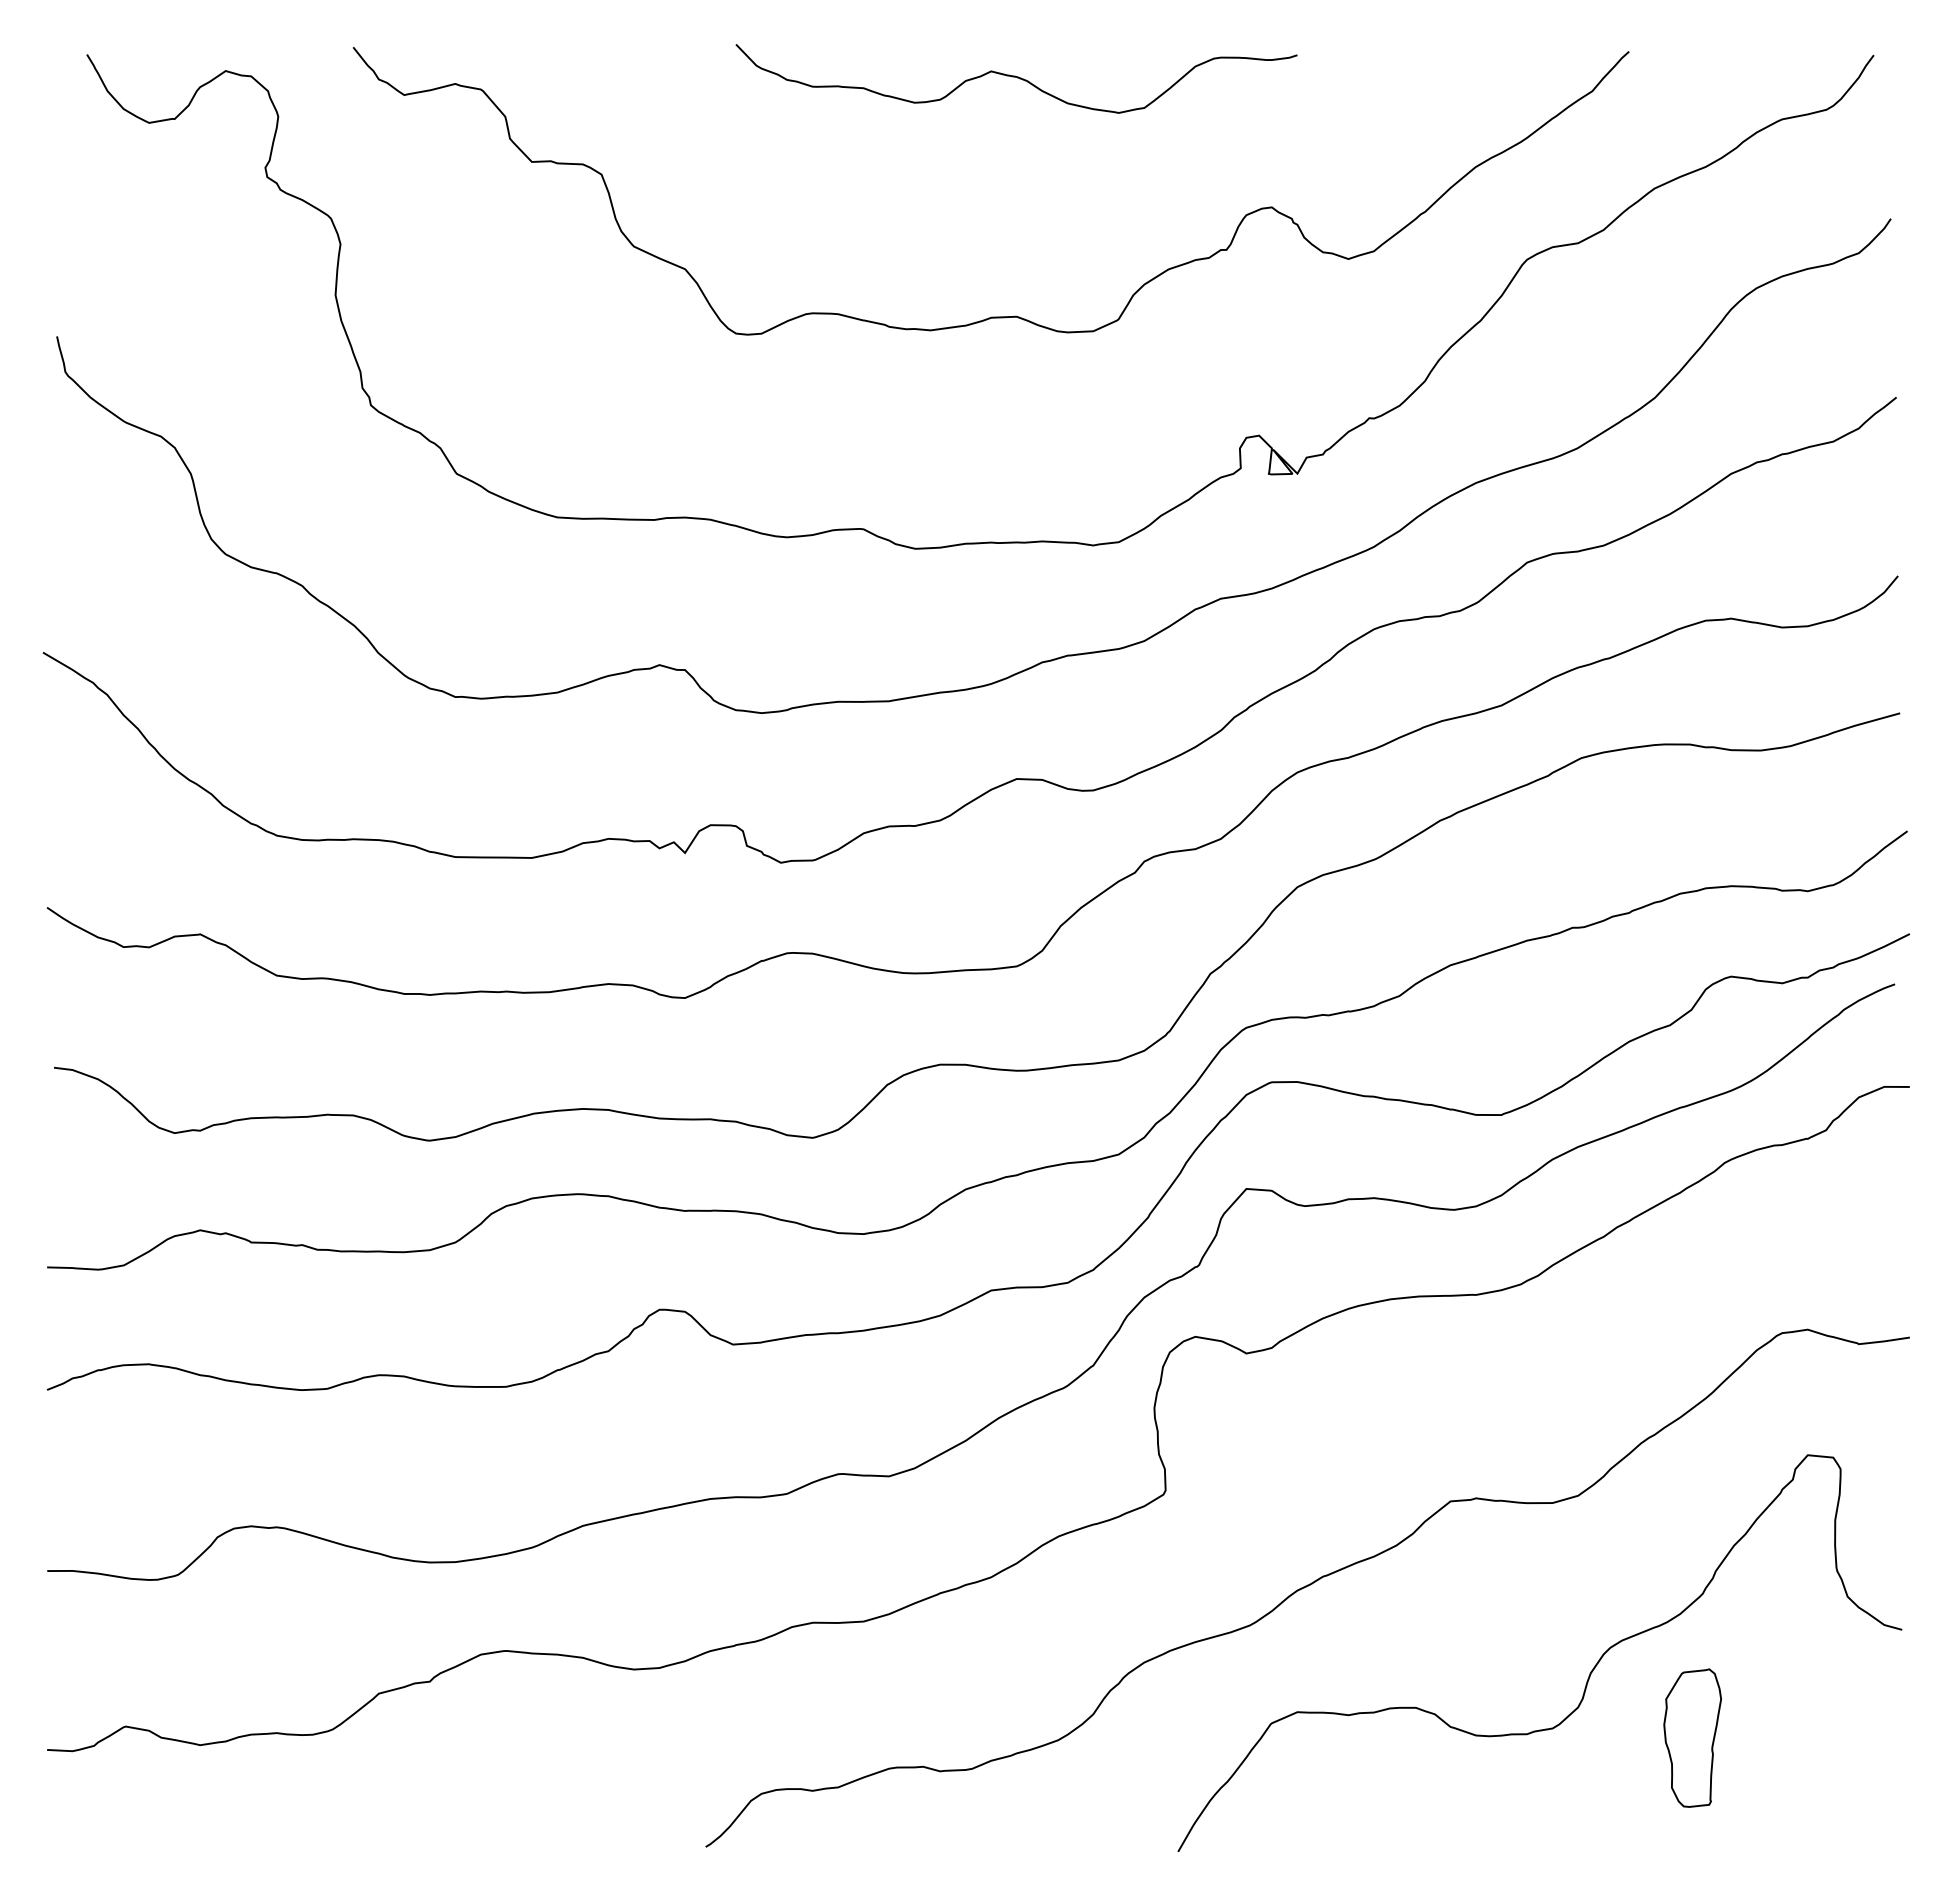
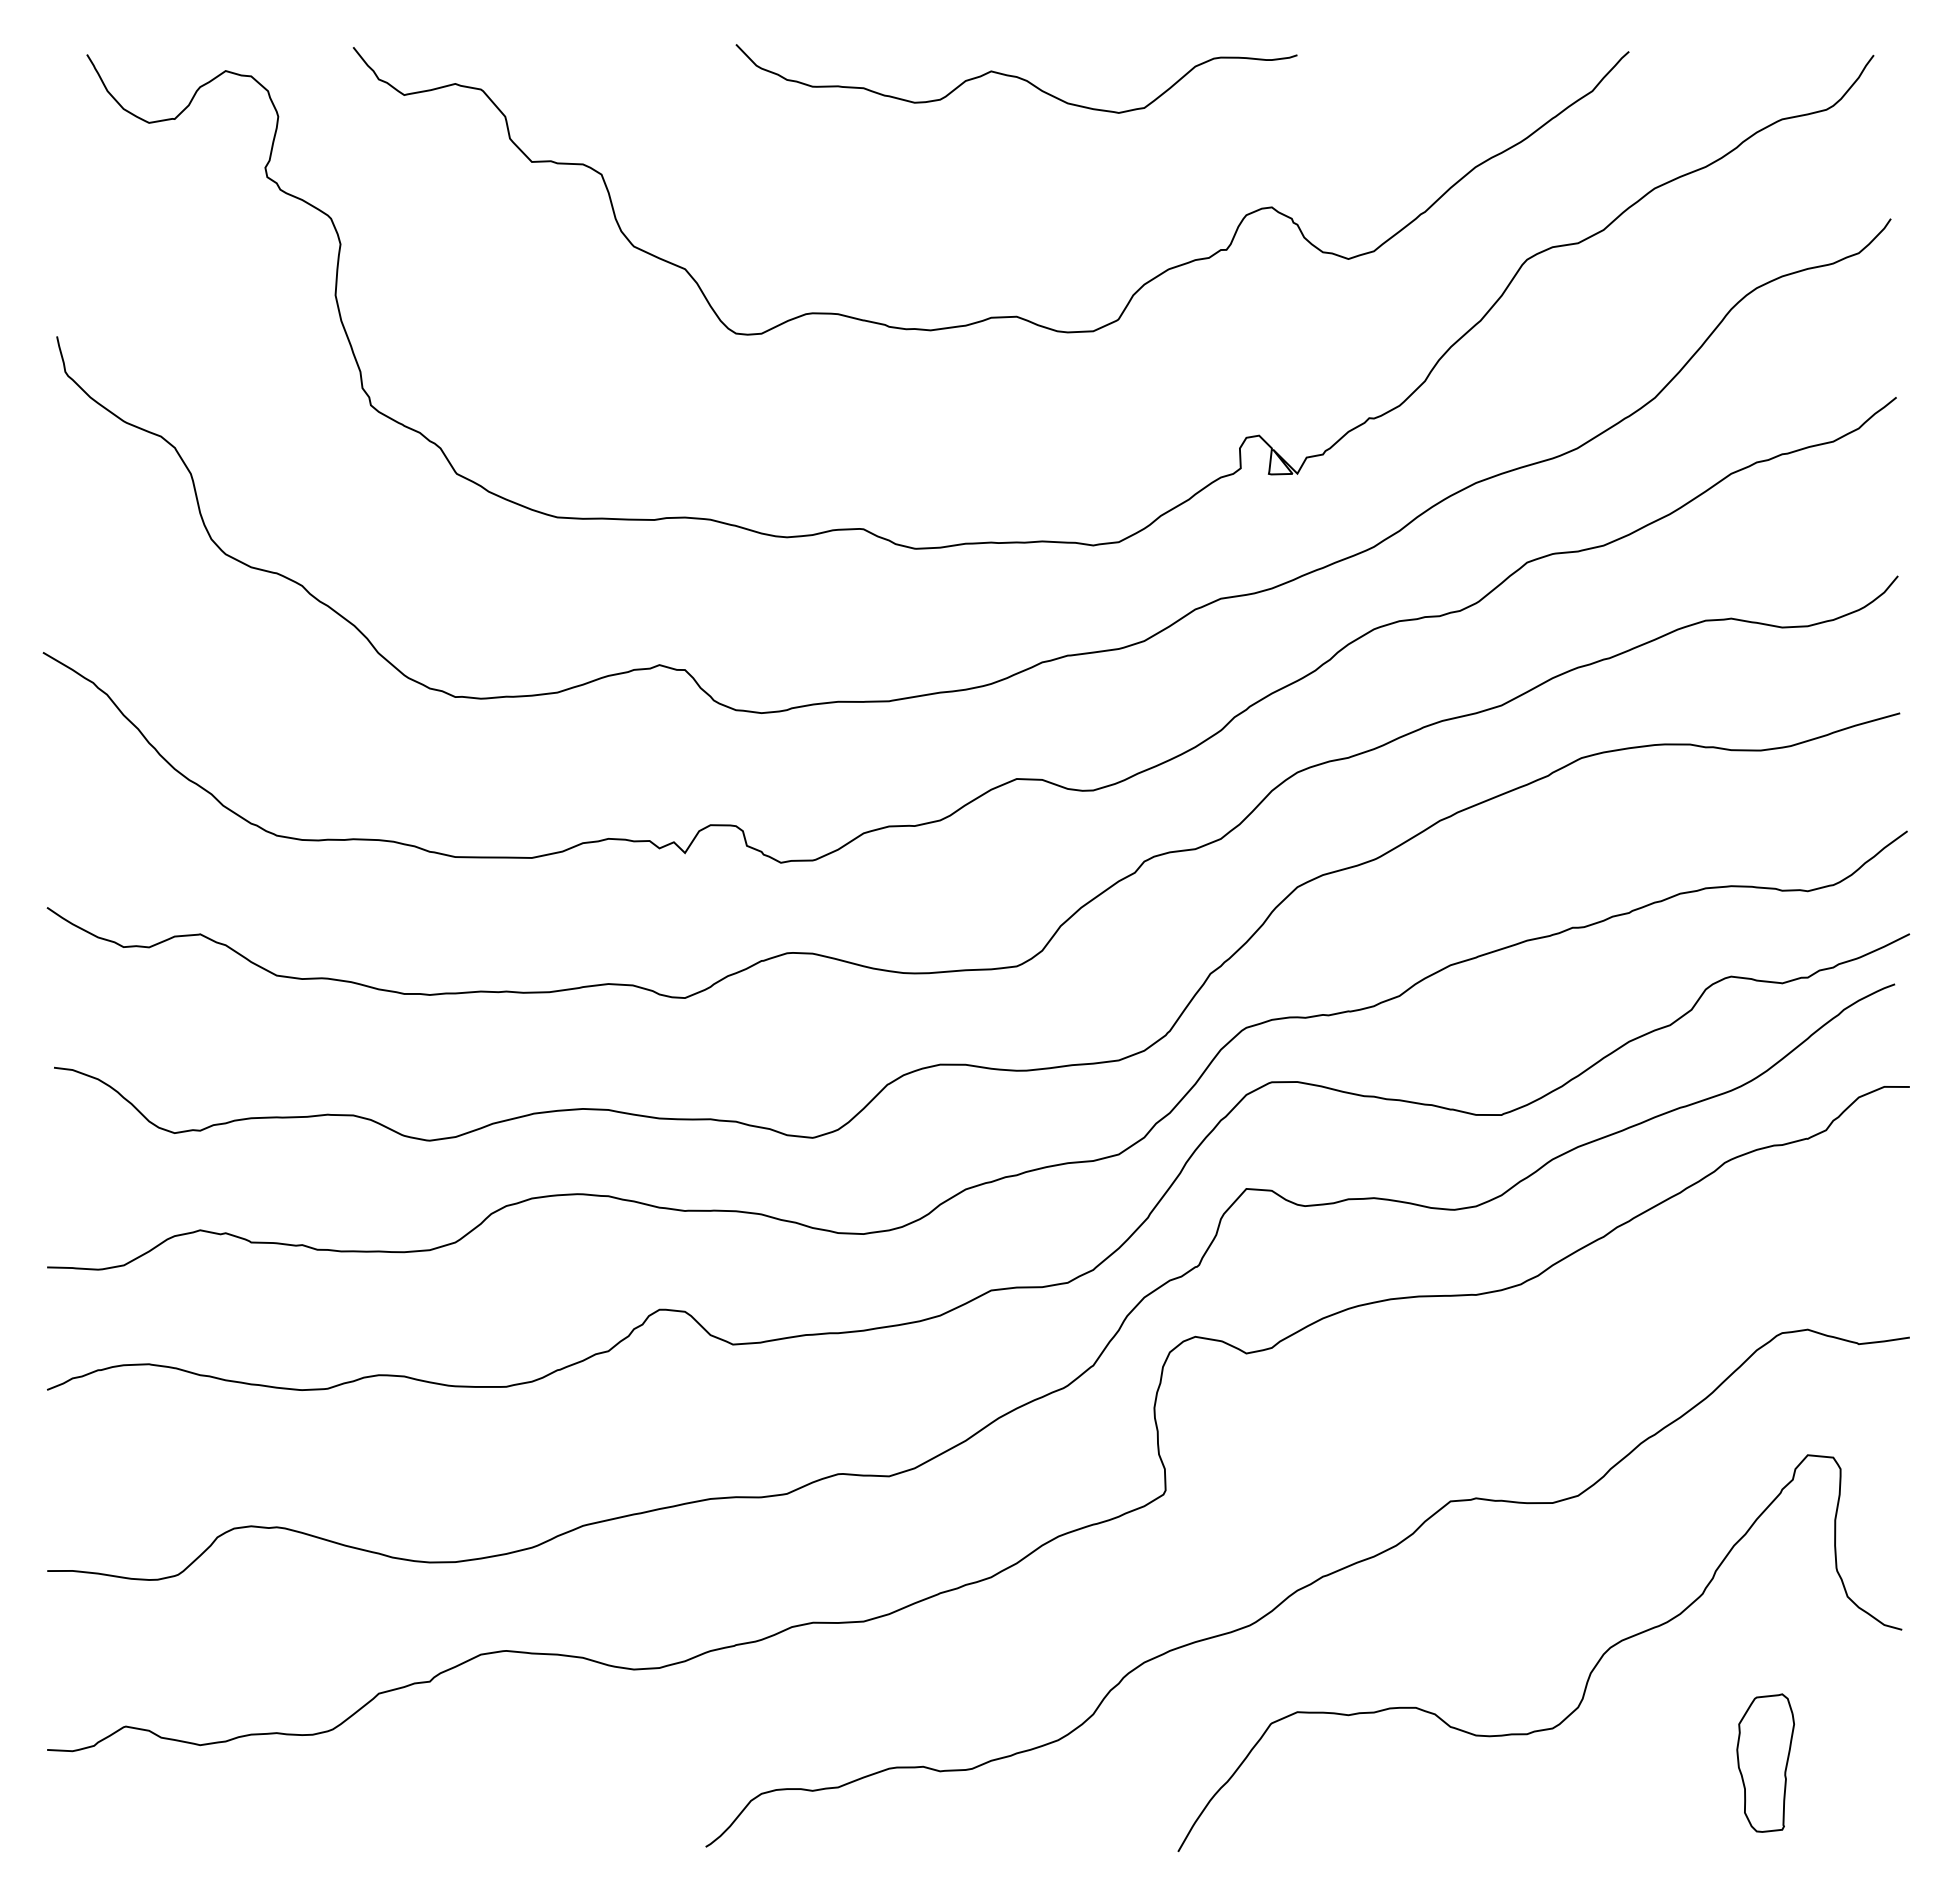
part at (1692, 1737) position: (1692, 1737) -> (1765, 1762)
